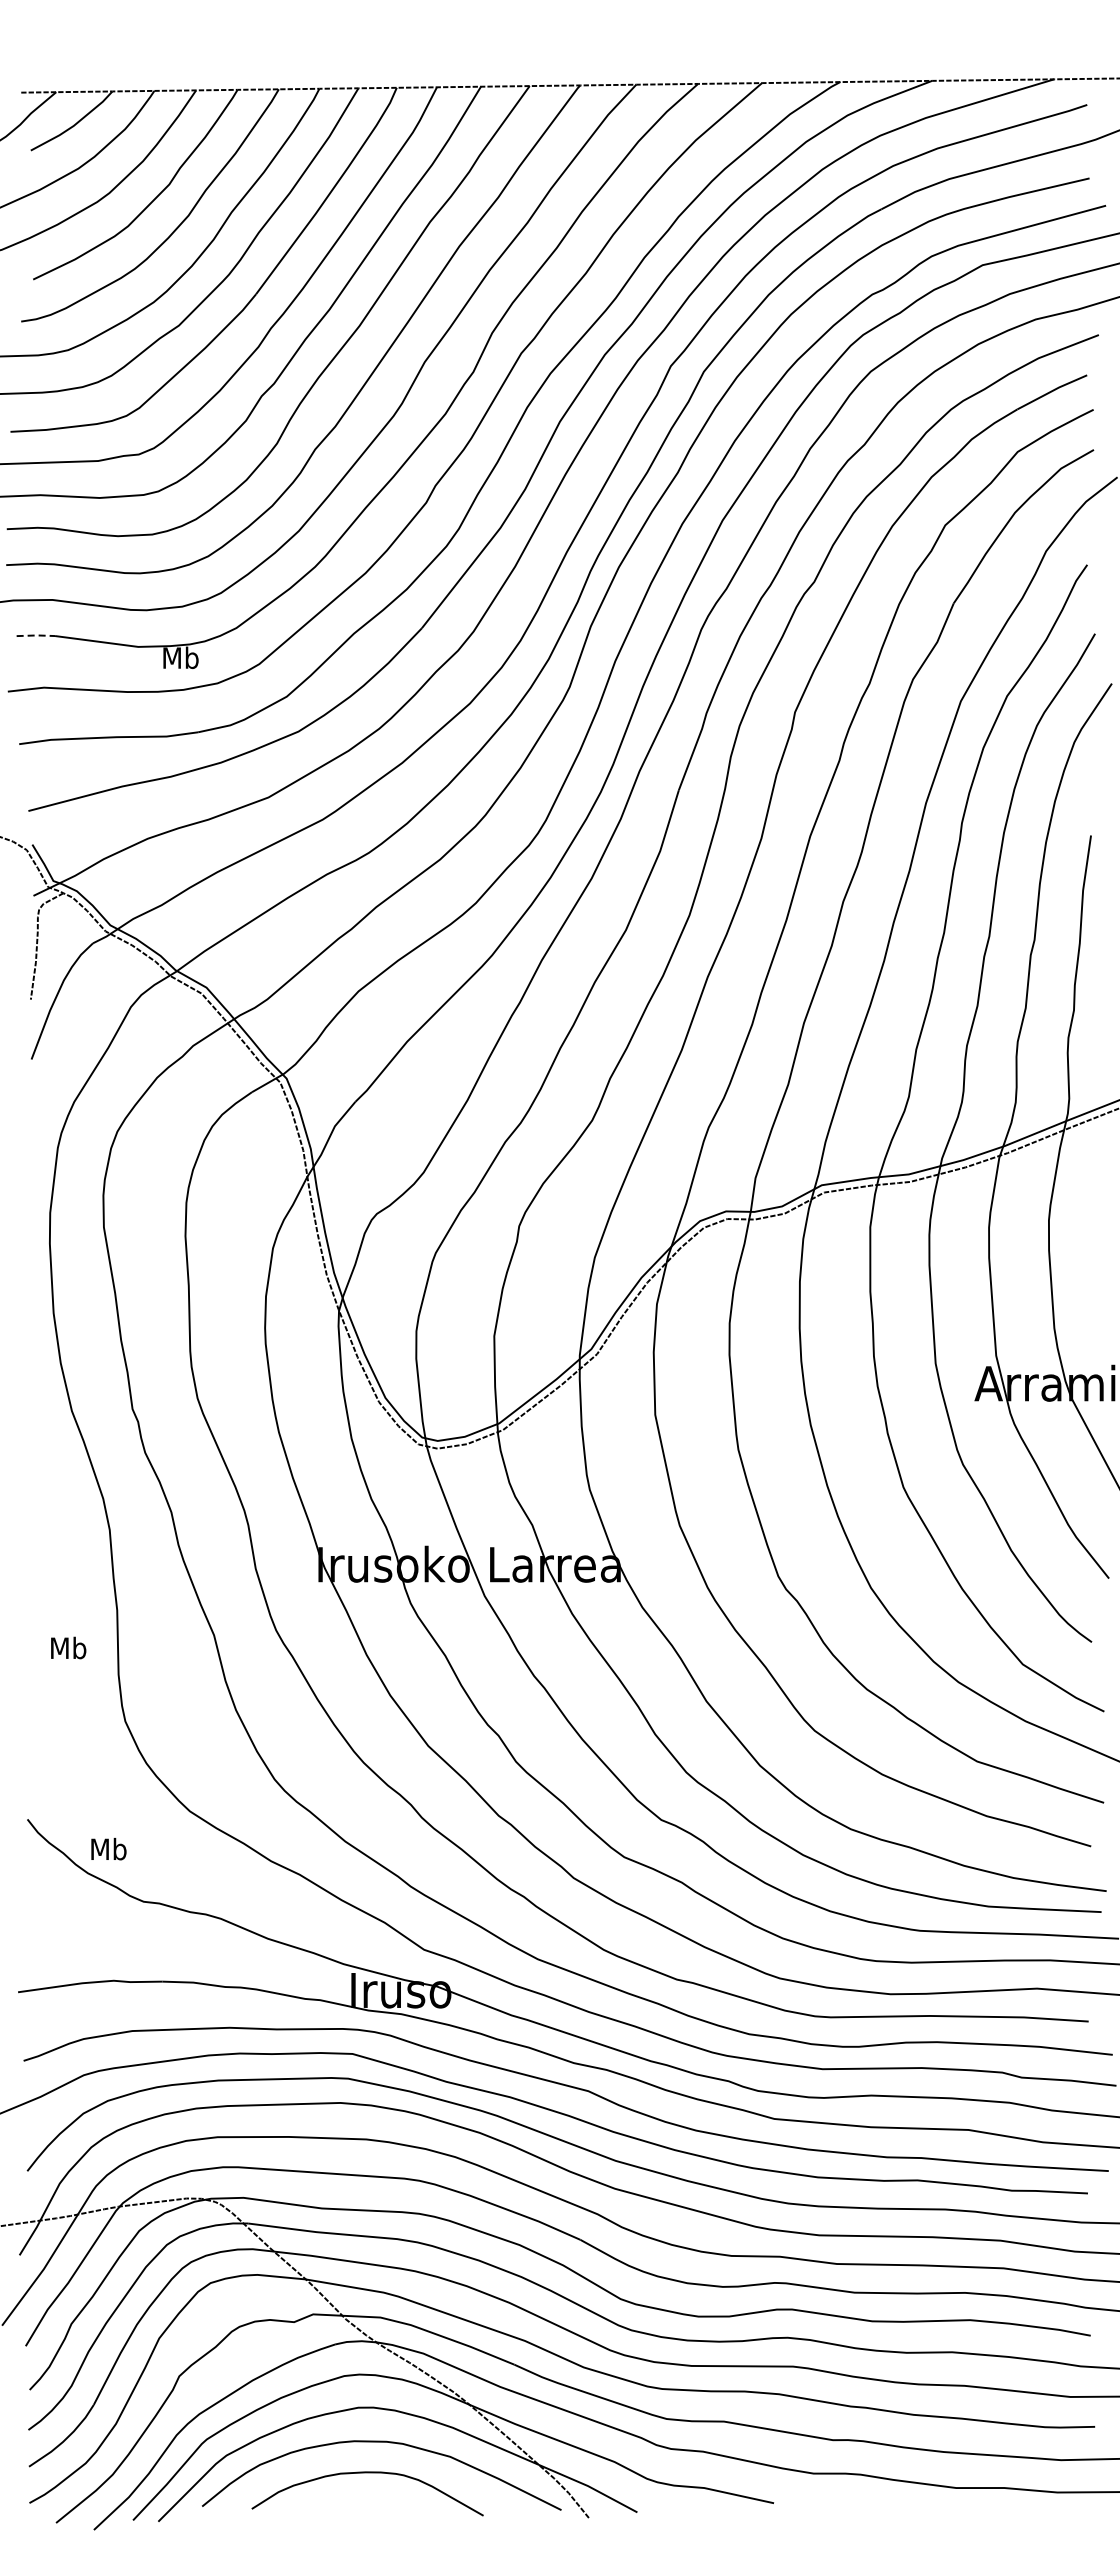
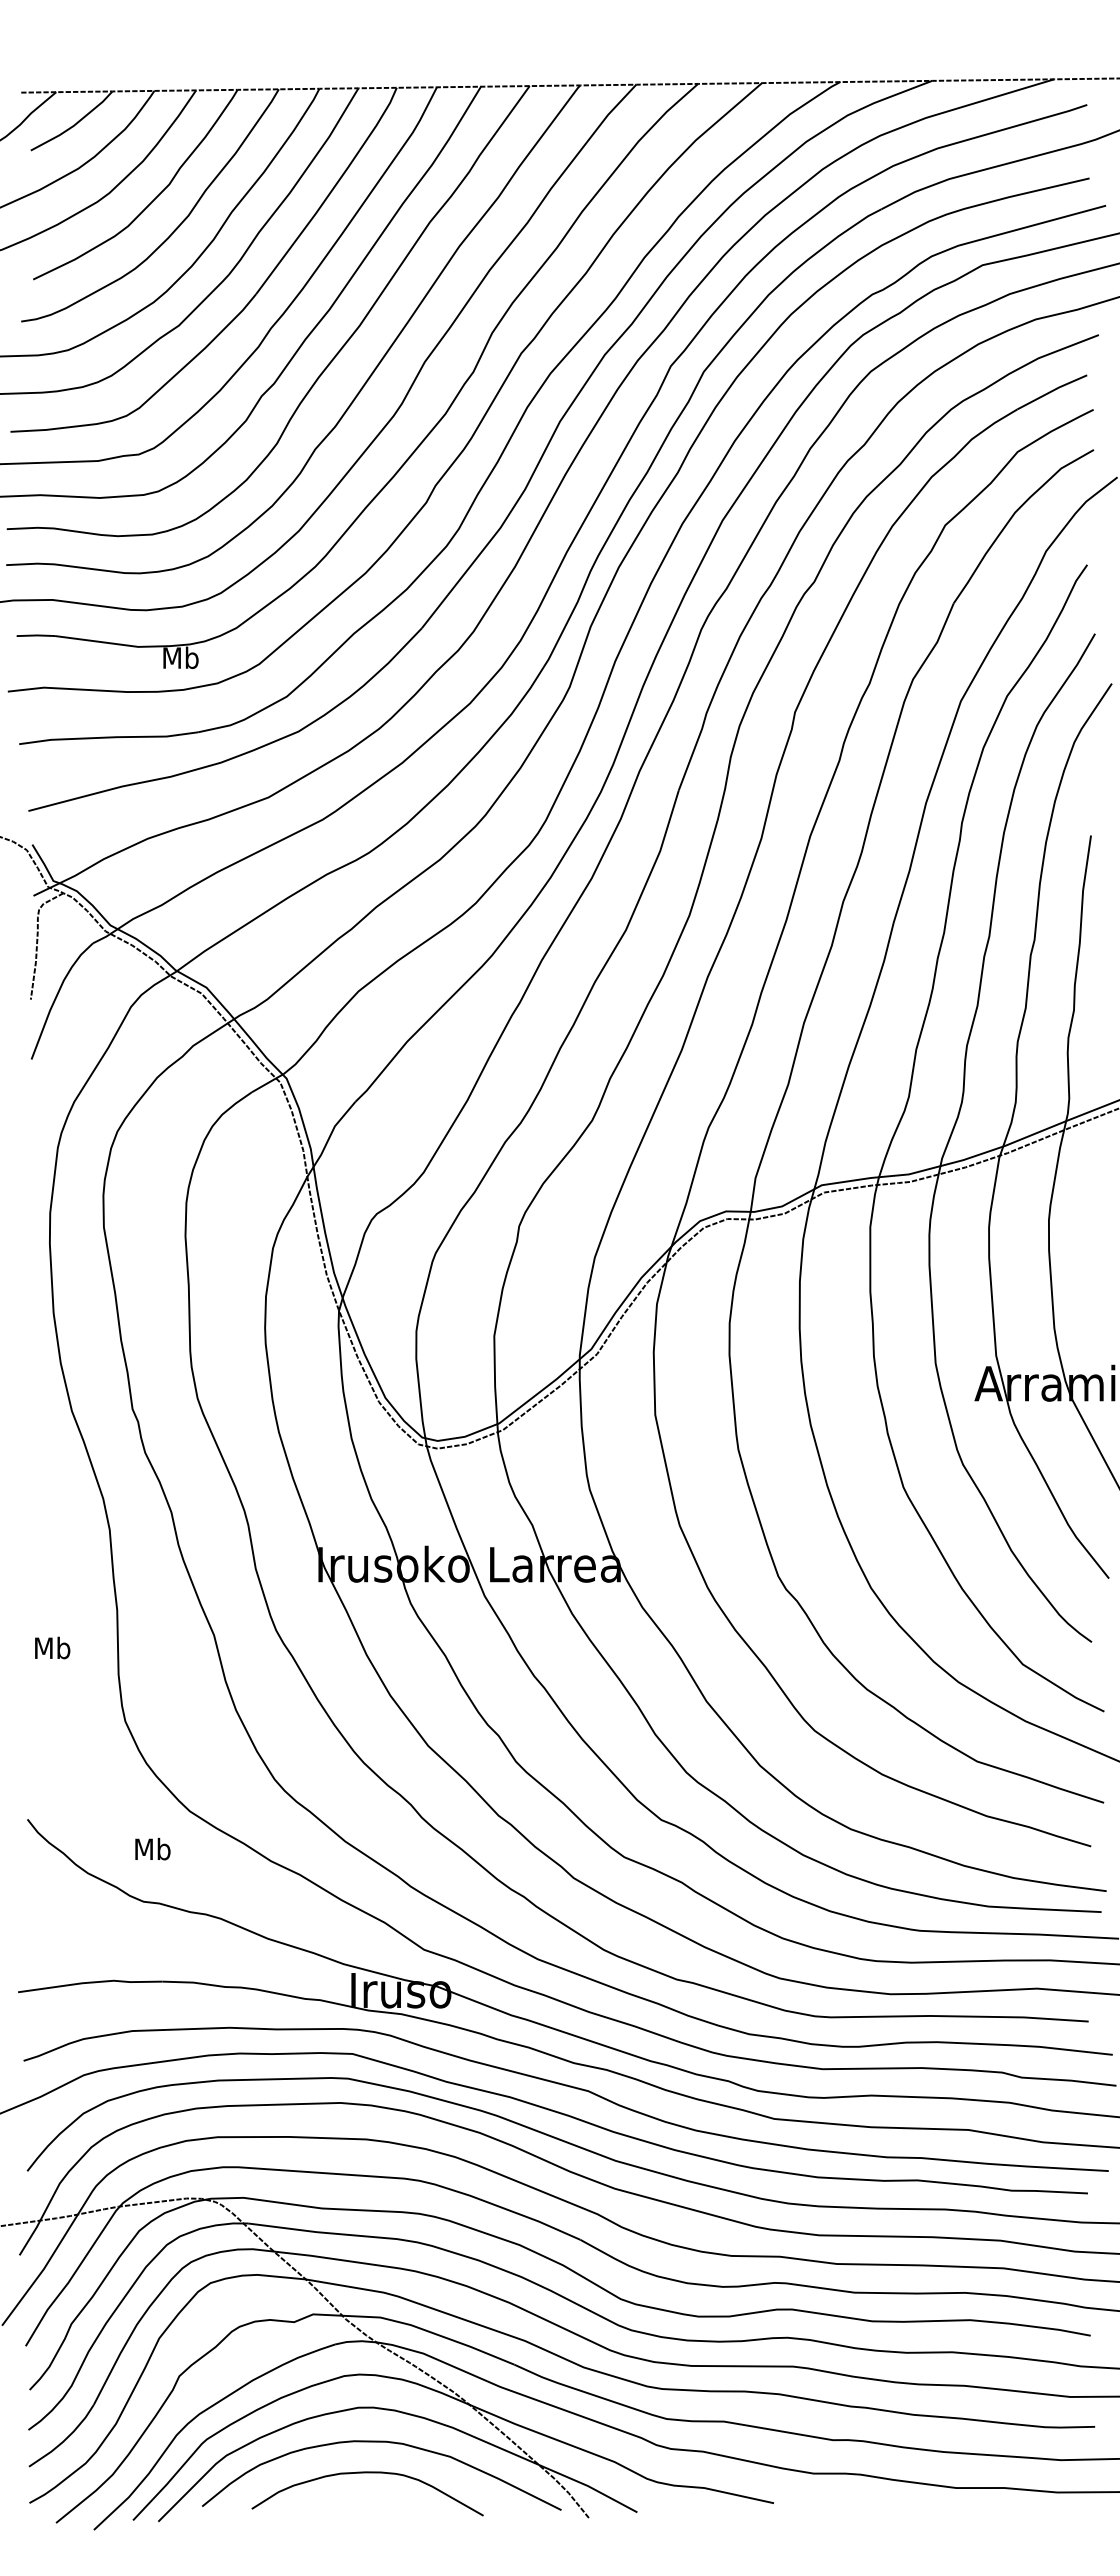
line at (36, 635): dashed -> solid
text at (68, 1647) position: (68, 1647) -> (52, 1647)
text at (108, 1849) position: (108, 1849) -> (152, 1849)
